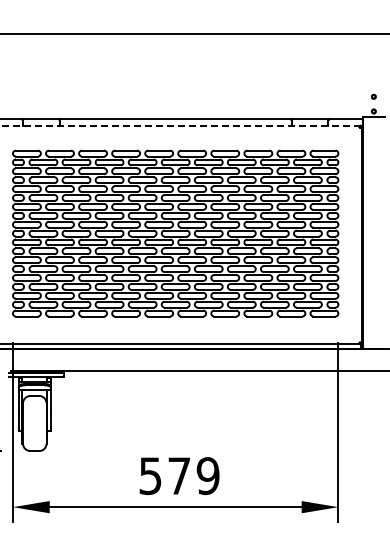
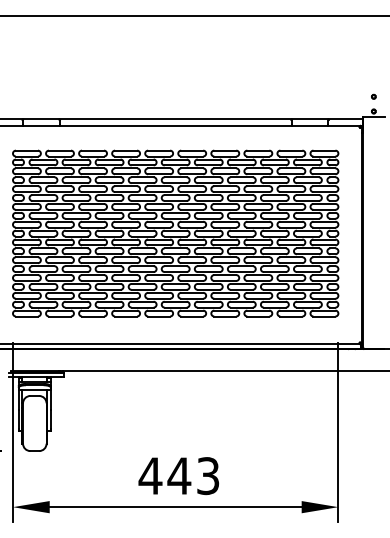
line at (194, 34) position: (194, 34) -> (194, 16)
line at (180, 125): dashed -> solid
text at (178, 476): 579 -> 443
